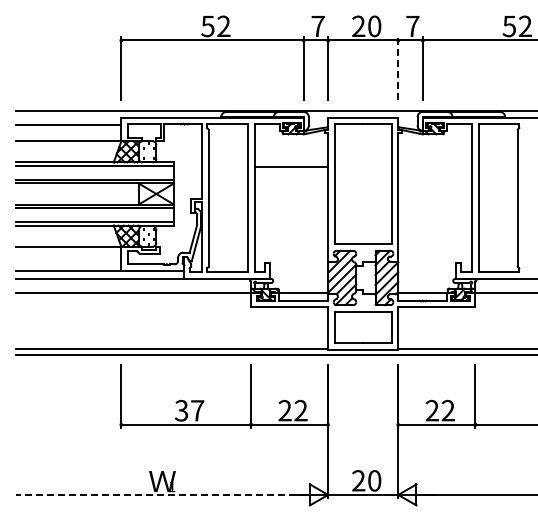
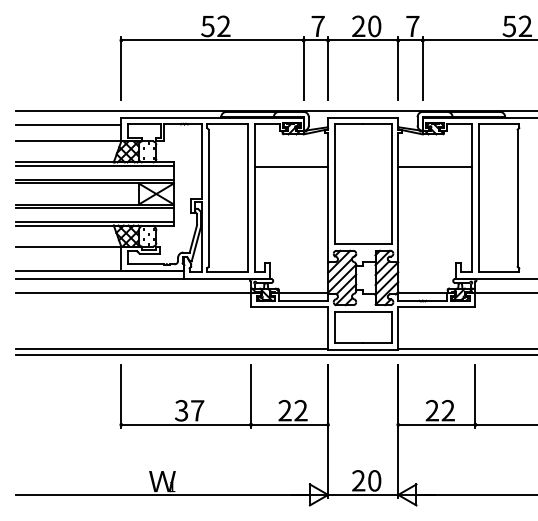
line at (398, 68): dashed -> solid
line at (434, 167): none -> present
line at (161, 494): dashed -> solid
